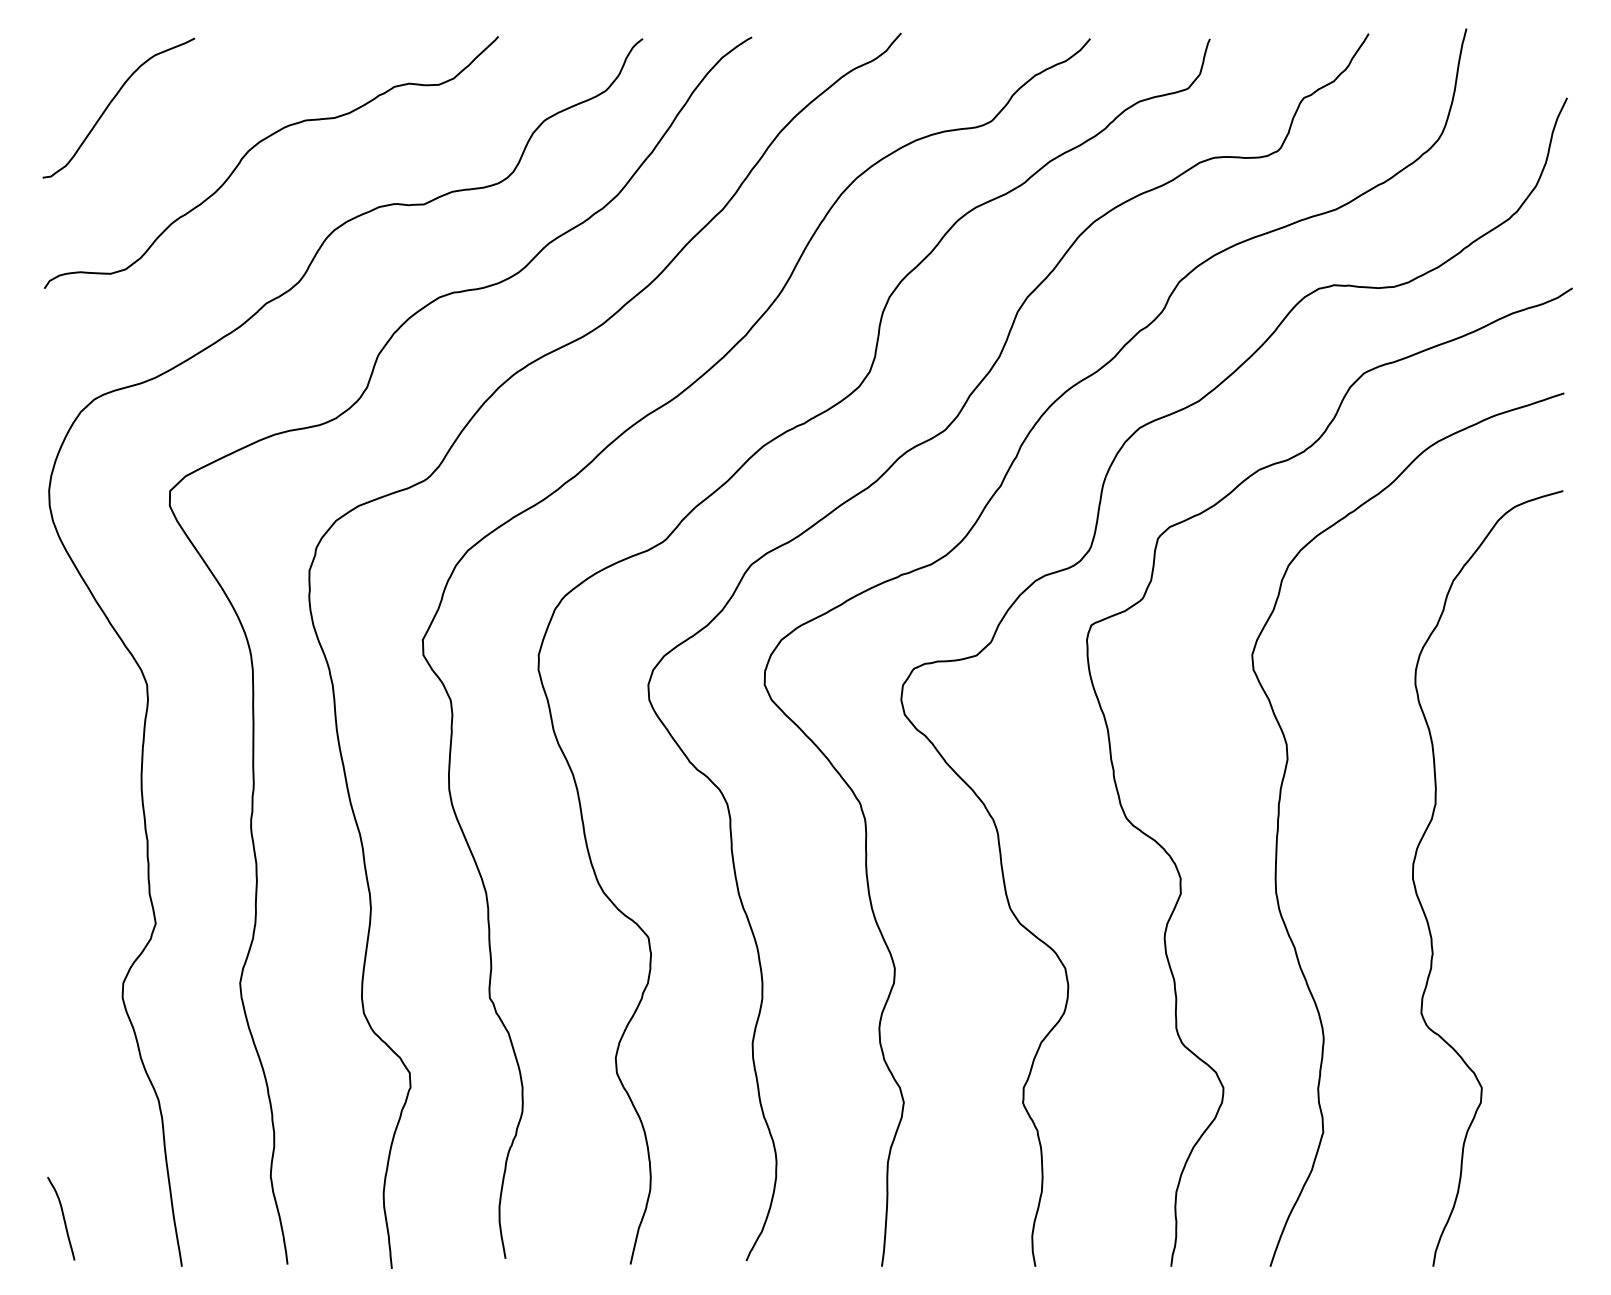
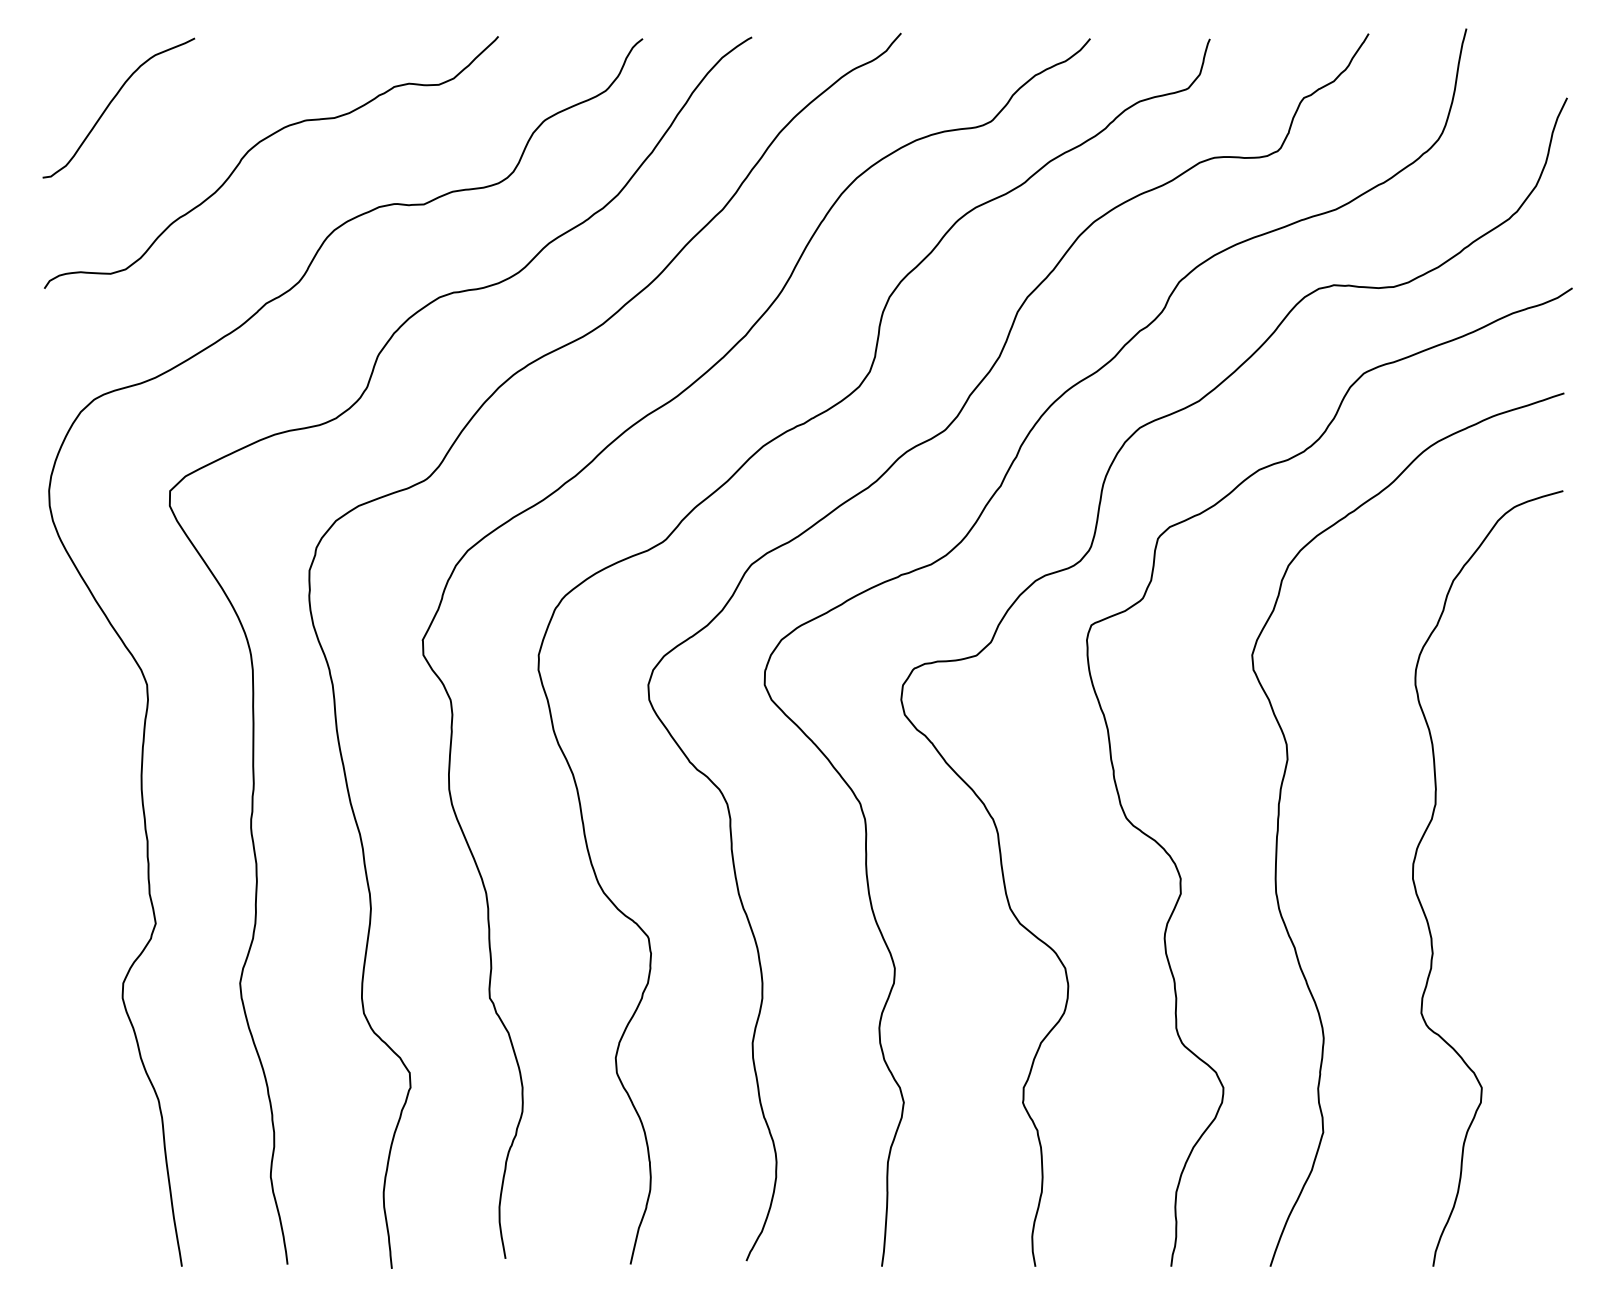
curve at (63, 1218): present -> none
